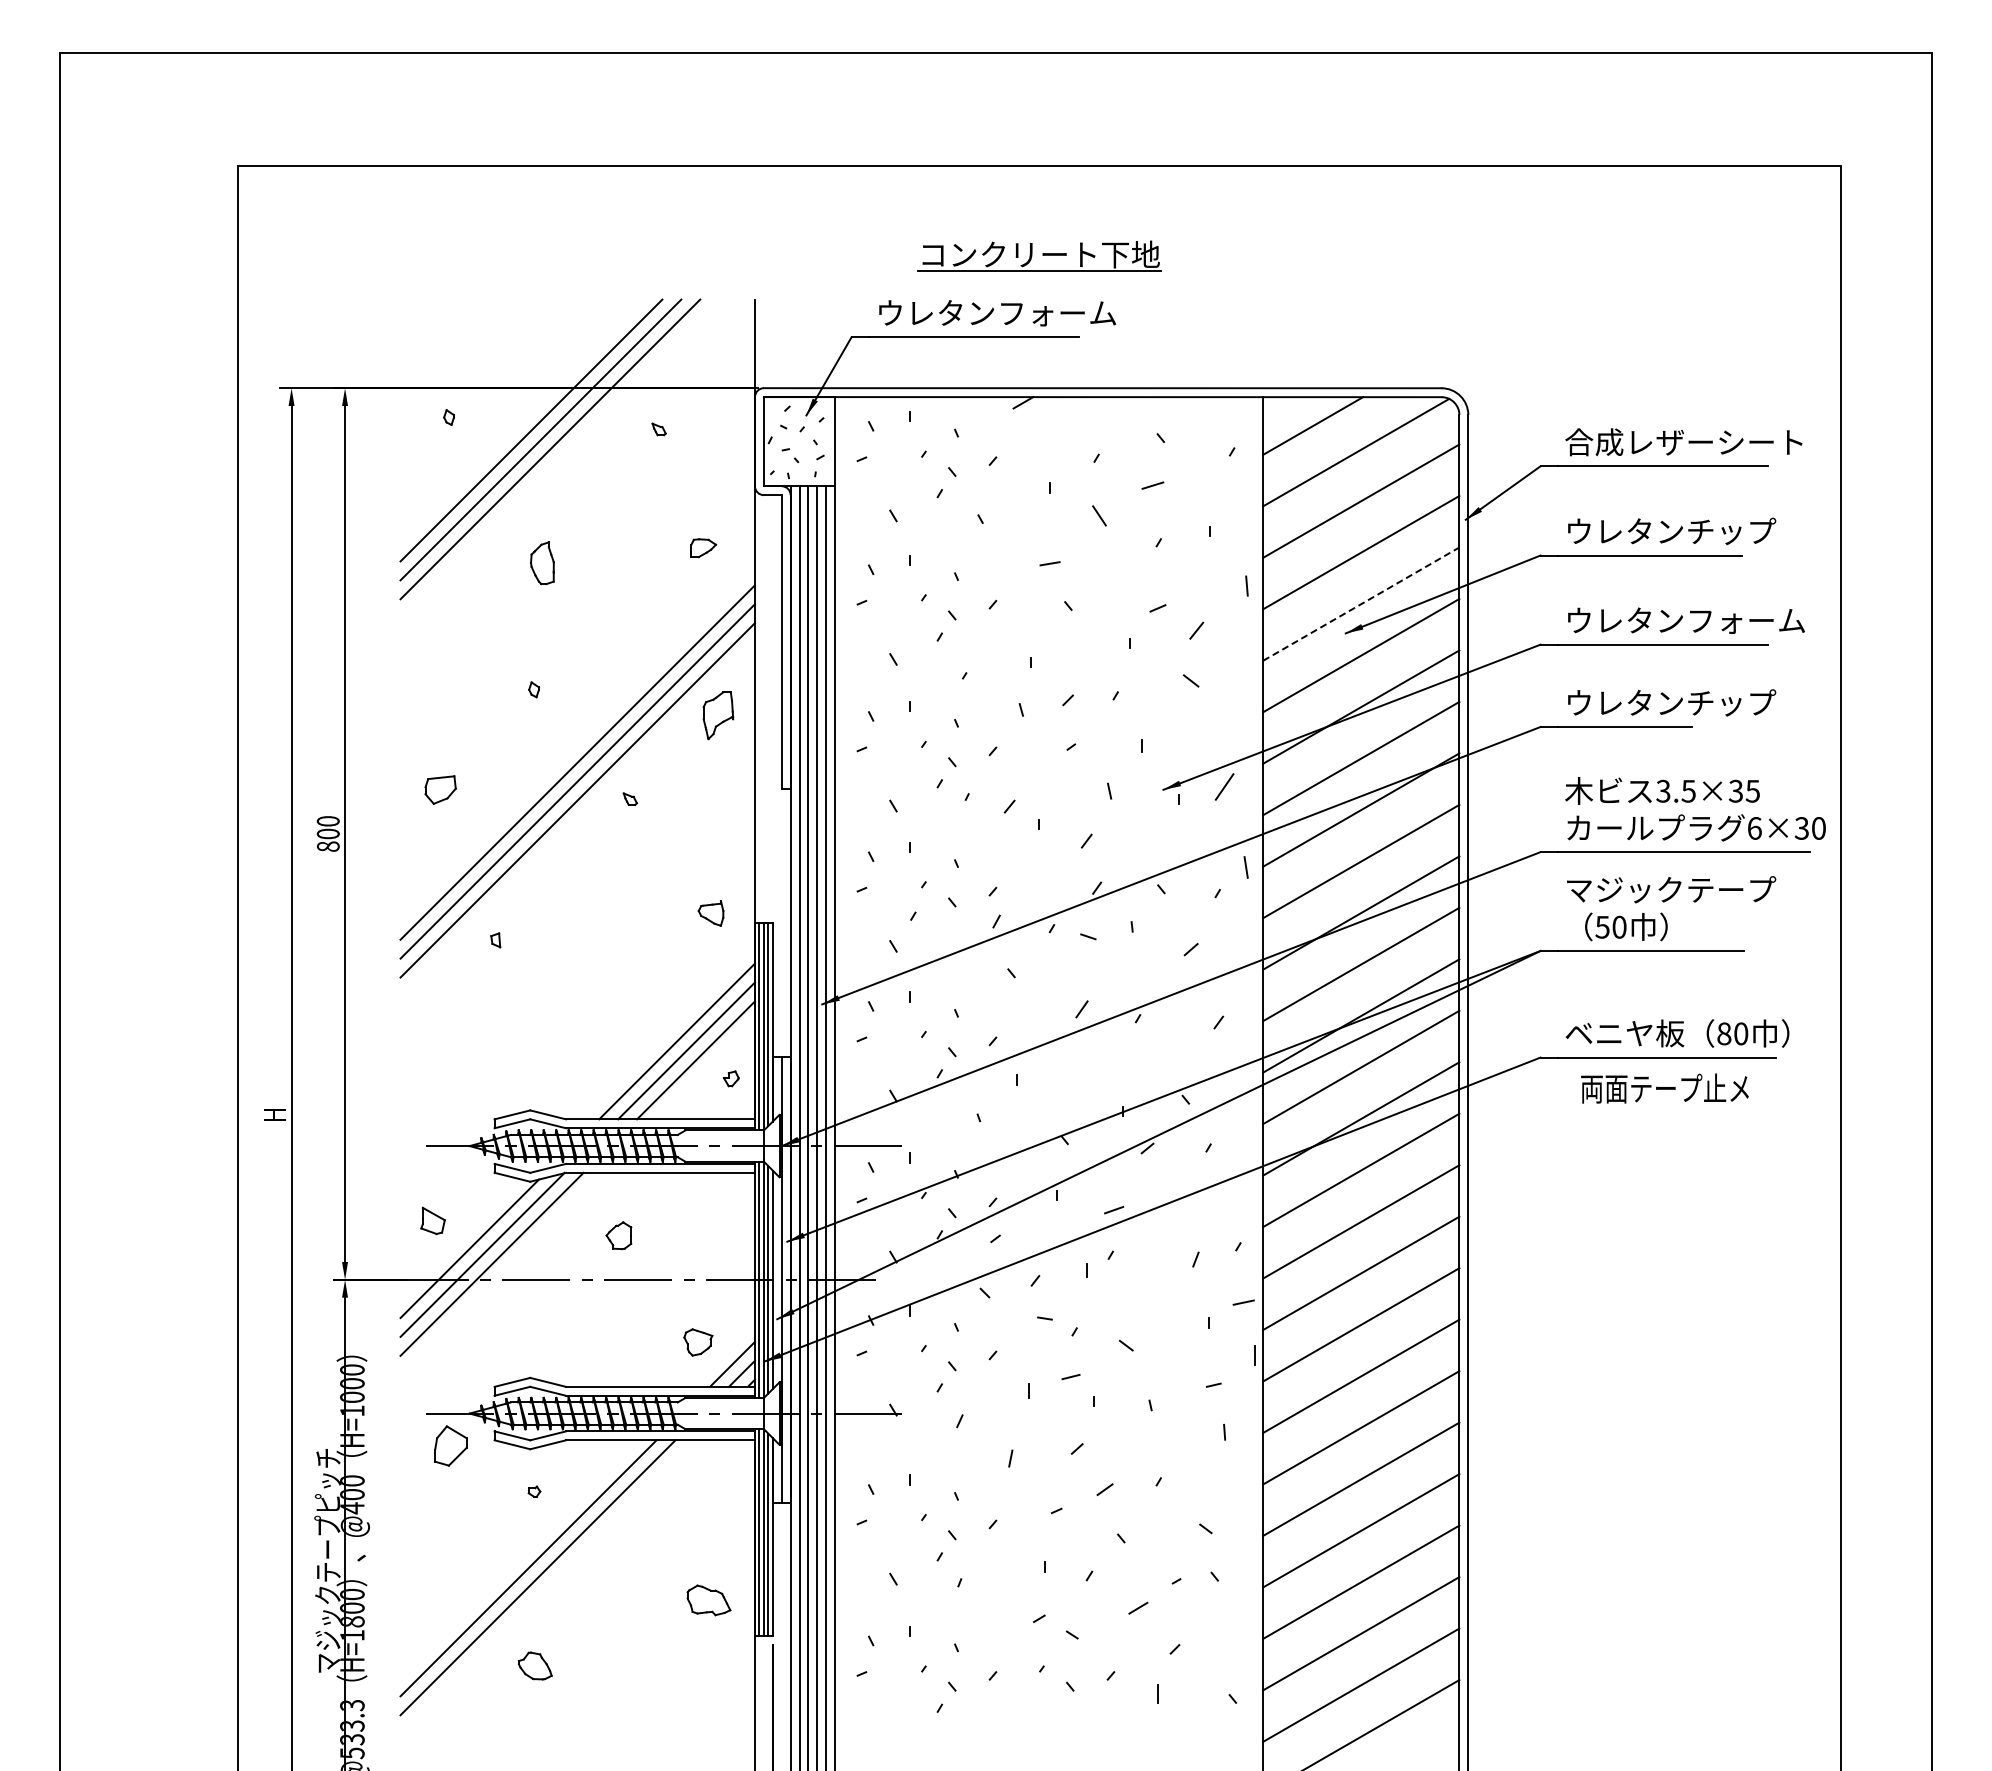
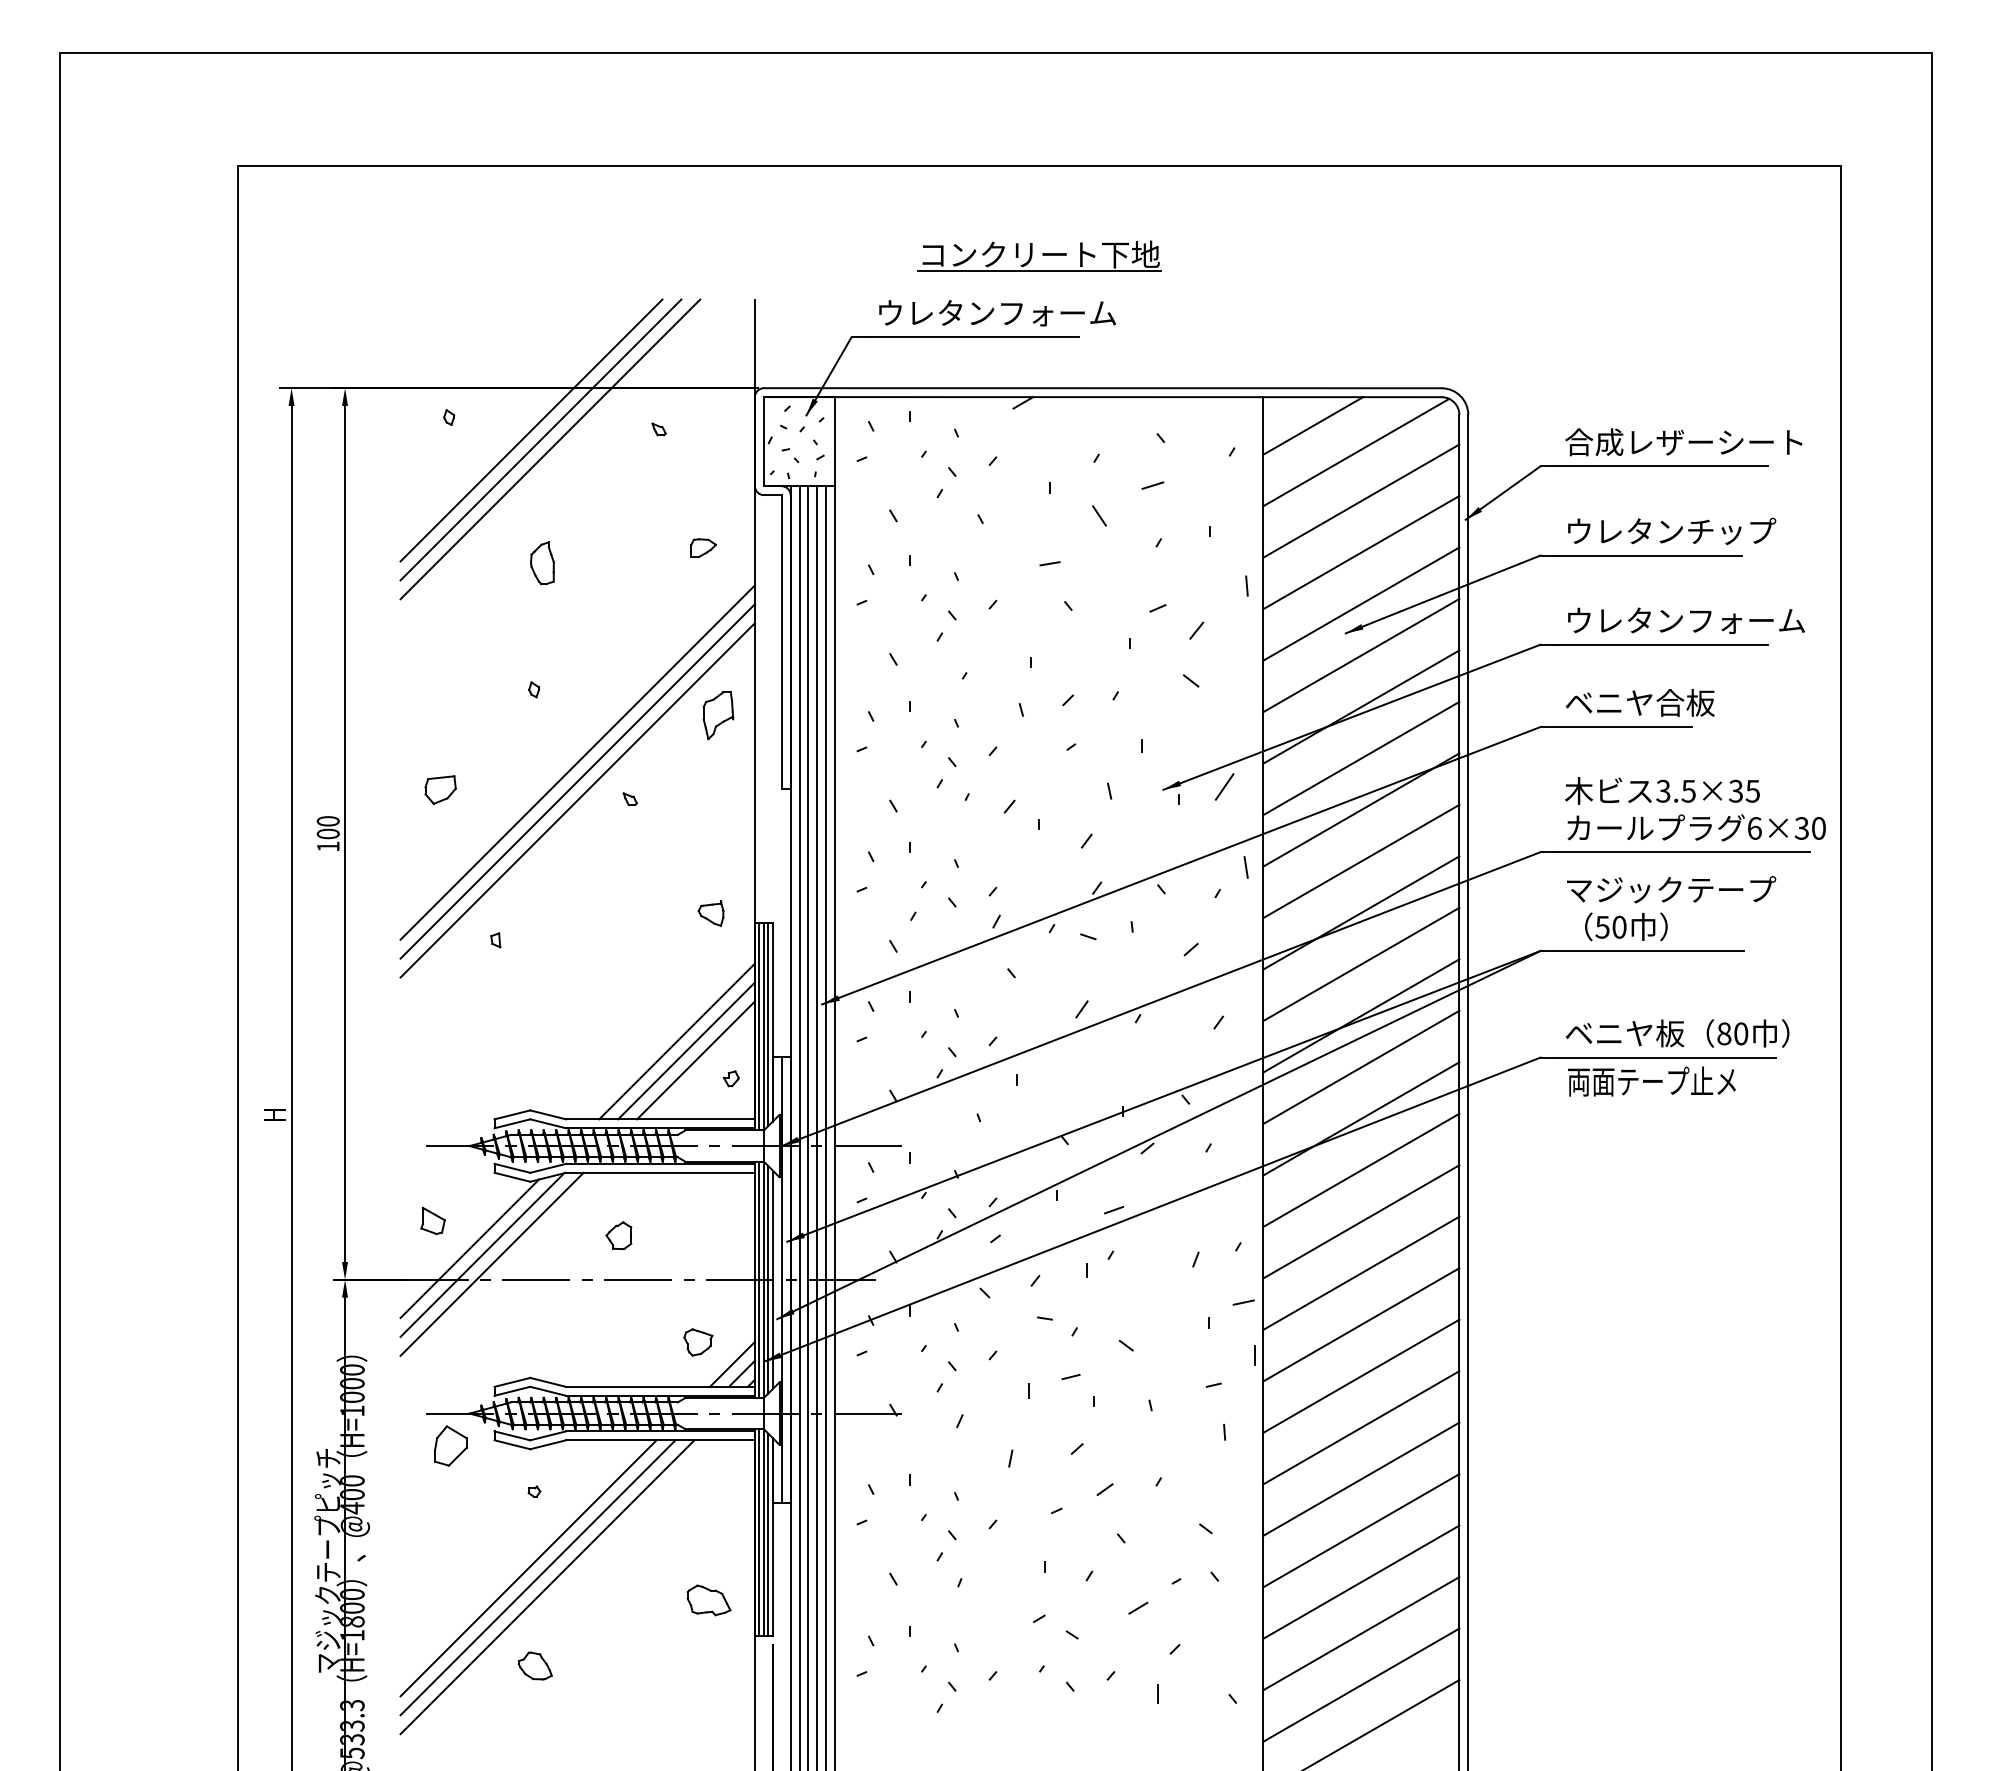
line at (1361, 603): dashed -> solid
text at (1670, 702): ウレタンチップ -> ベニヤ合板
text at (327, 846): 800 -> 100
text at (1664, 1088) position: (1664, 1088) -> (1651, 1081)
line at (547, 1587): none -> present
